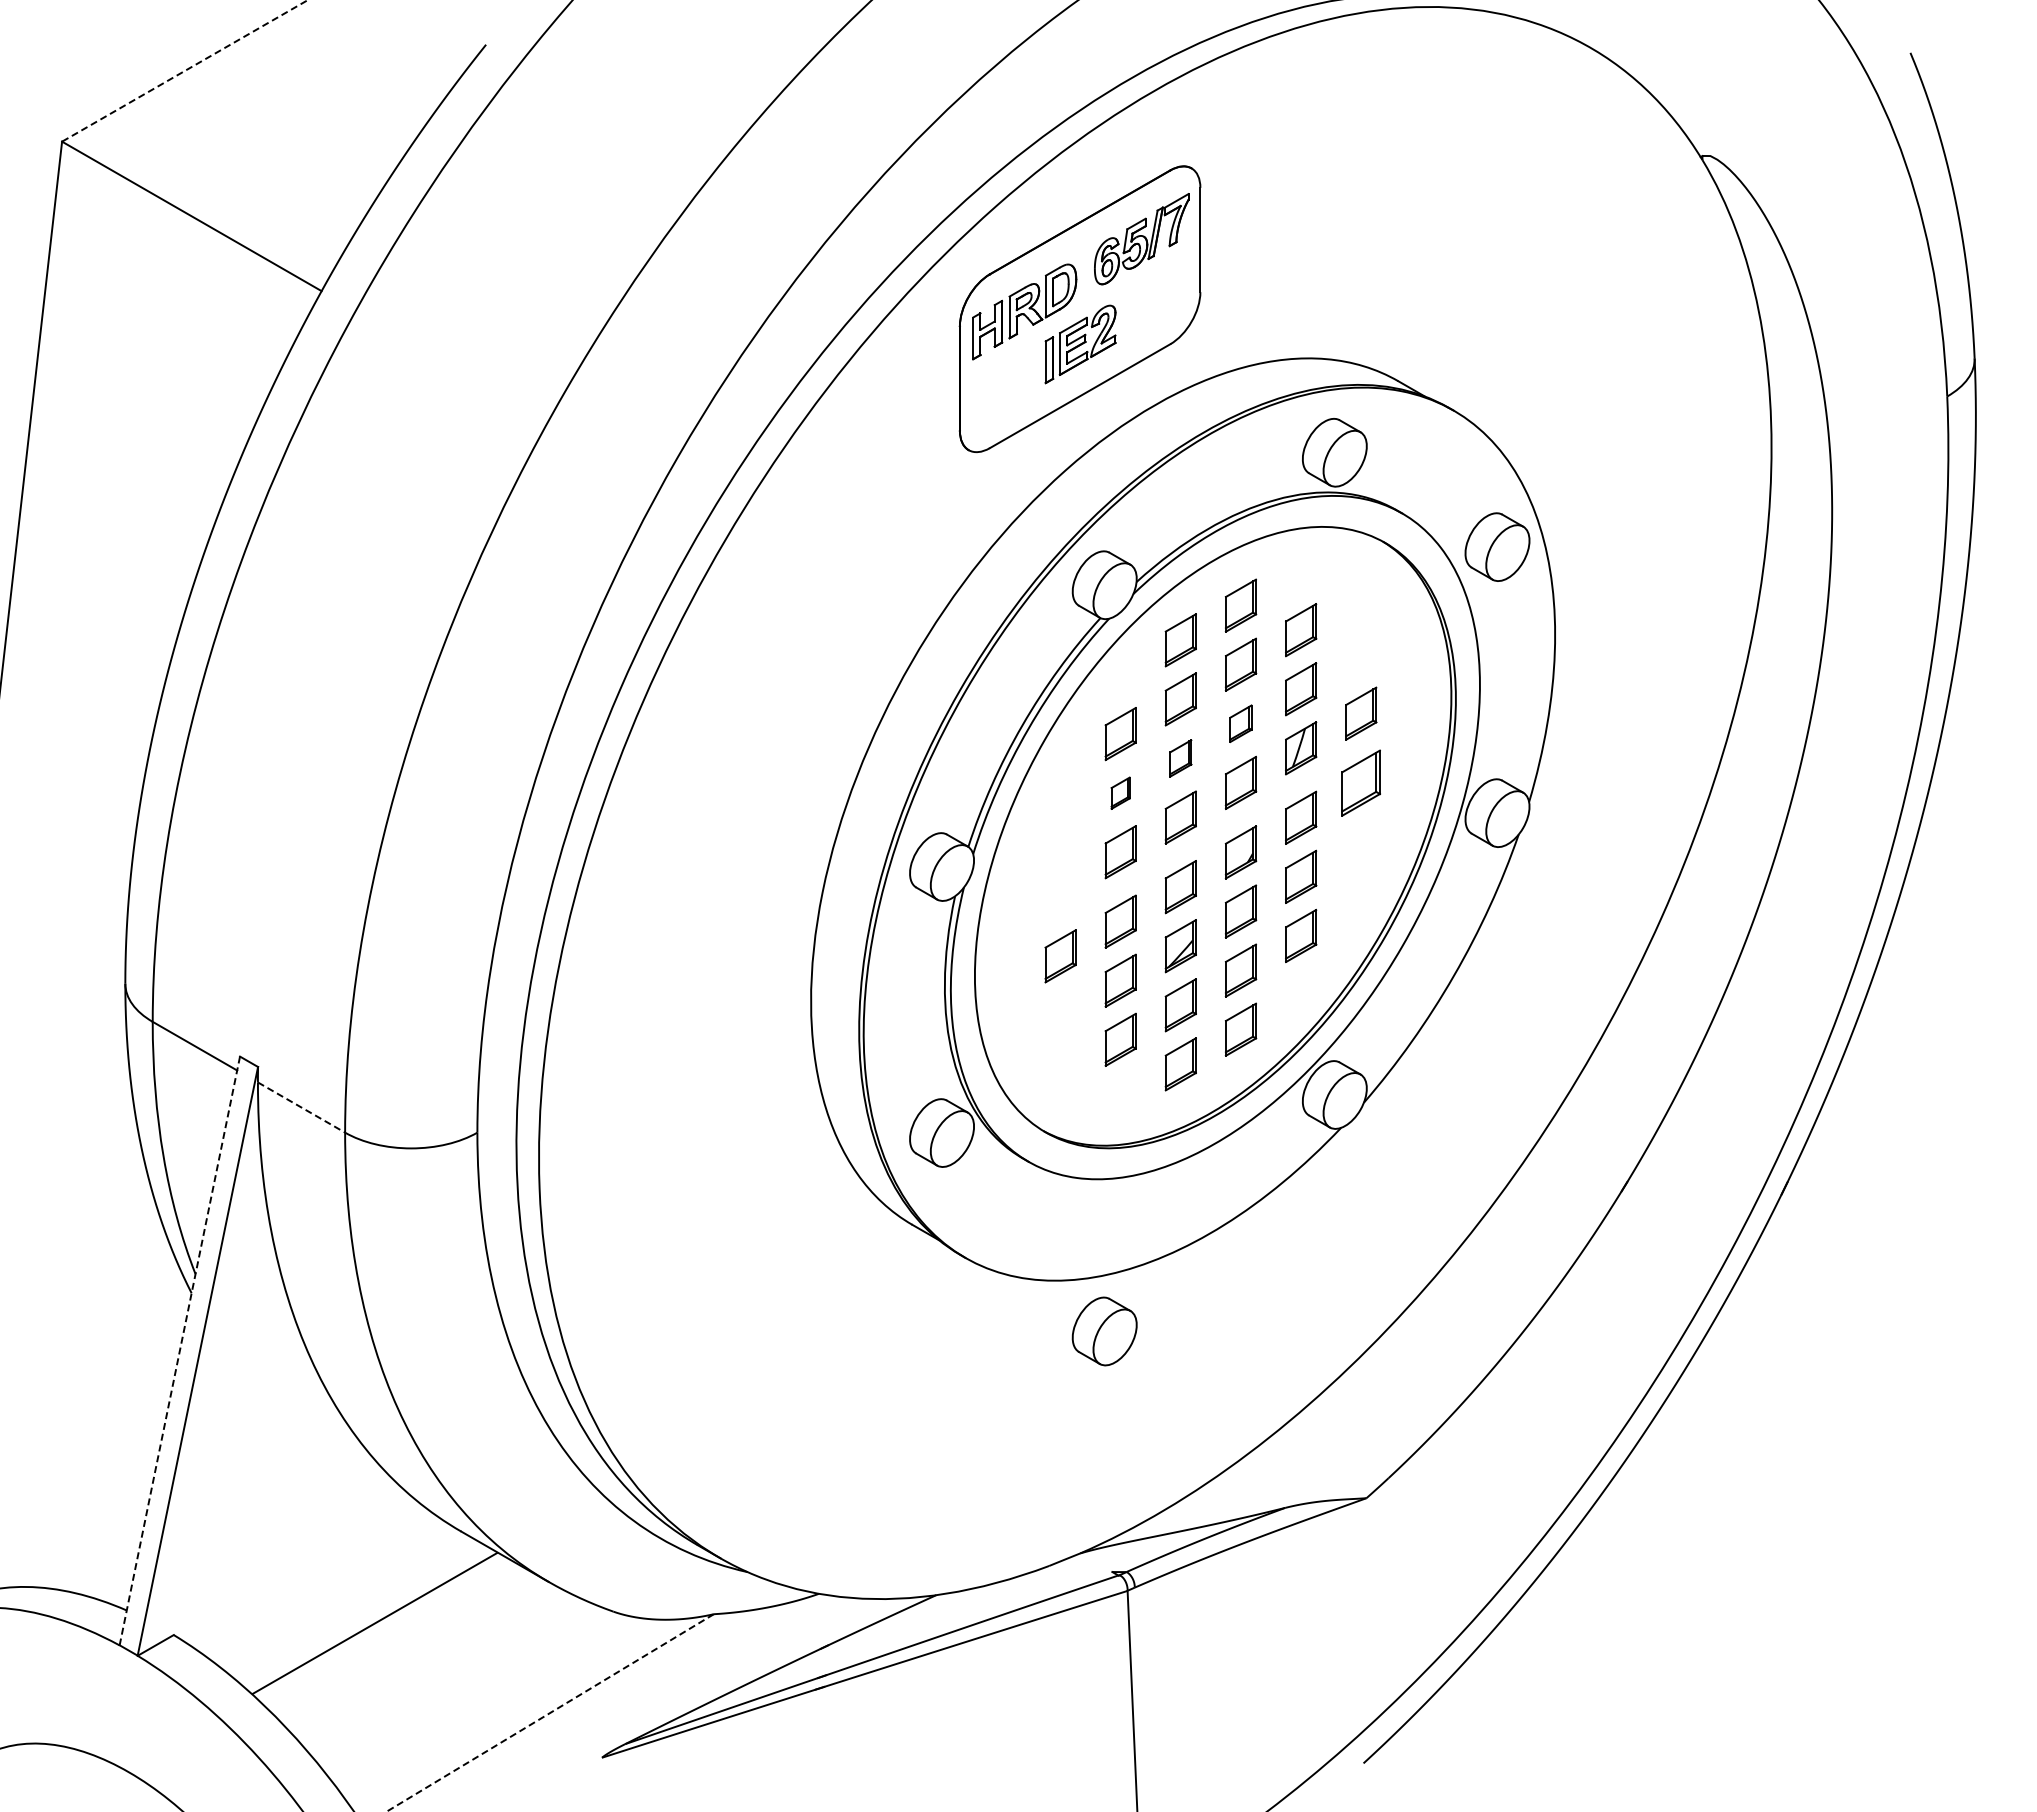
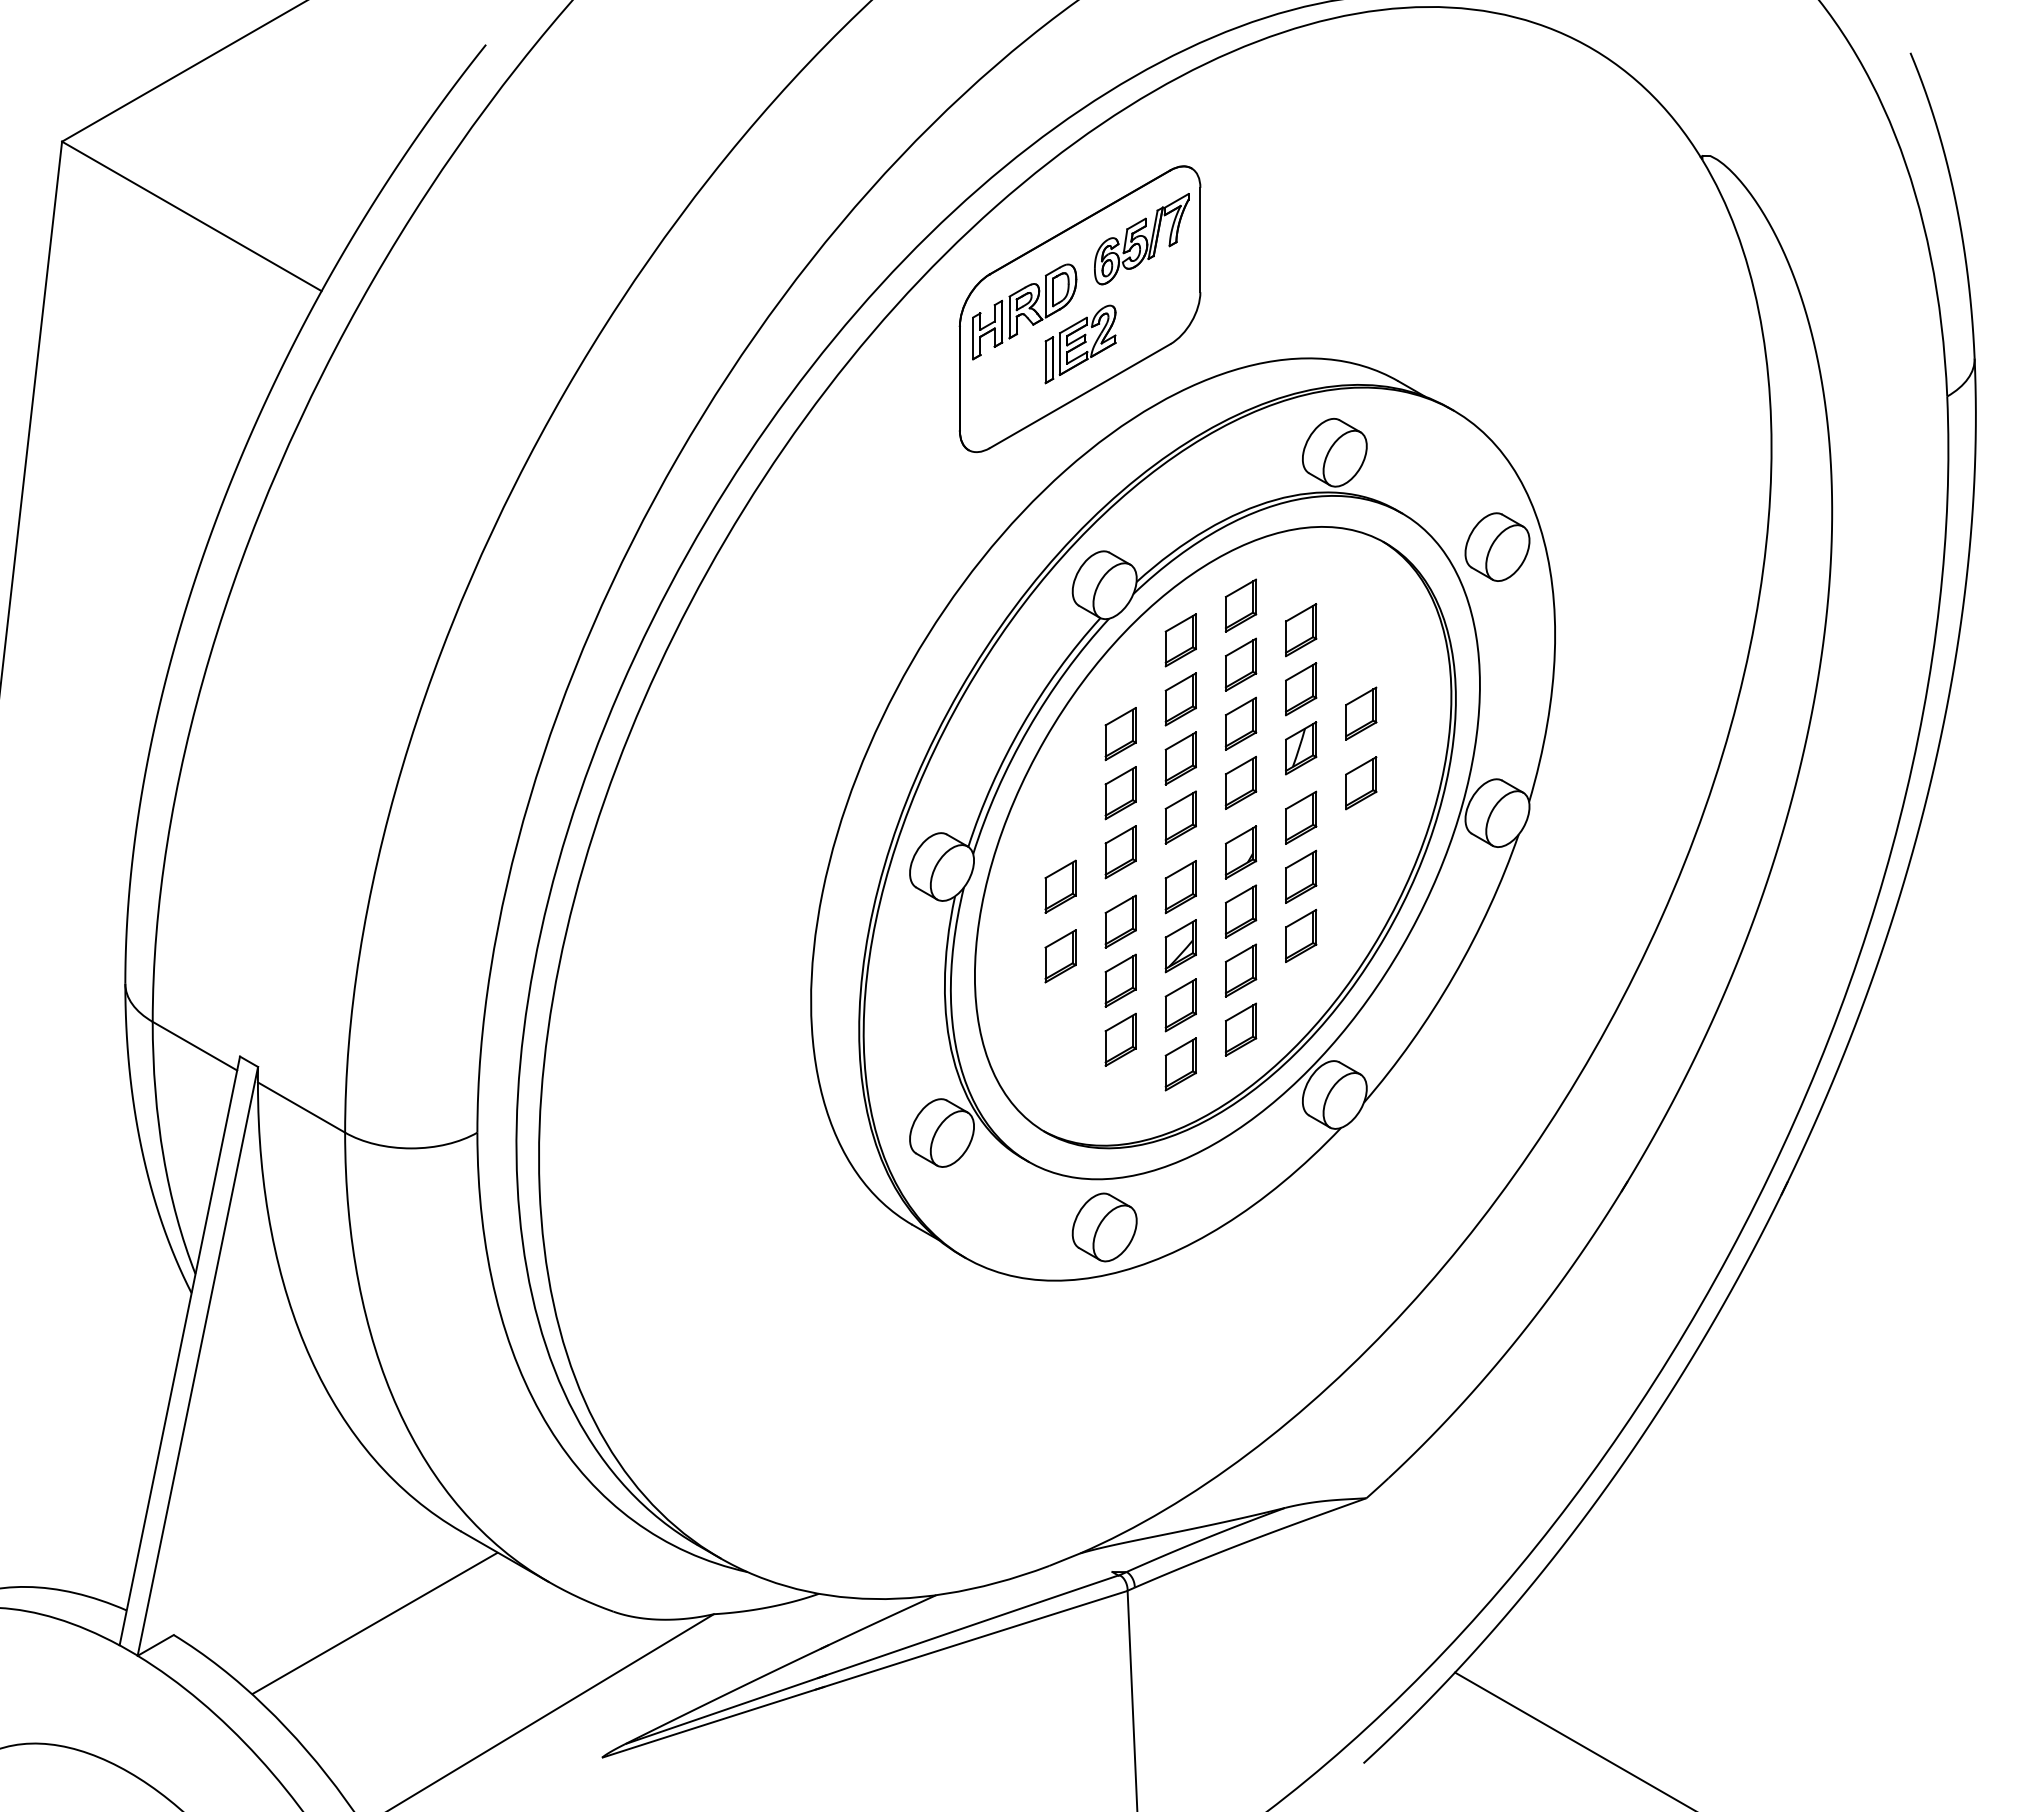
line at (184, 70): dashed -> solid
part at (1240, 723) size: 24x39 px -> 34x55 px
part at (1180, 758) size: 24x39 px -> 33x55 px
part at (1360, 782) size: 40x68 px -> 33x55 px
part at (1120, 792) size: 21x34 px -> 33x55 px
part at (1060, 886): none -> present
line at (301, 1107): dashed -> solid
part at (1104, 1331) position: (1104, 1331) -> (1104, 1227)
line at (179, 1351): dashed -> solid
line at (549, 1713): dashed -> solid
line at (1573, 1740): none -> present
